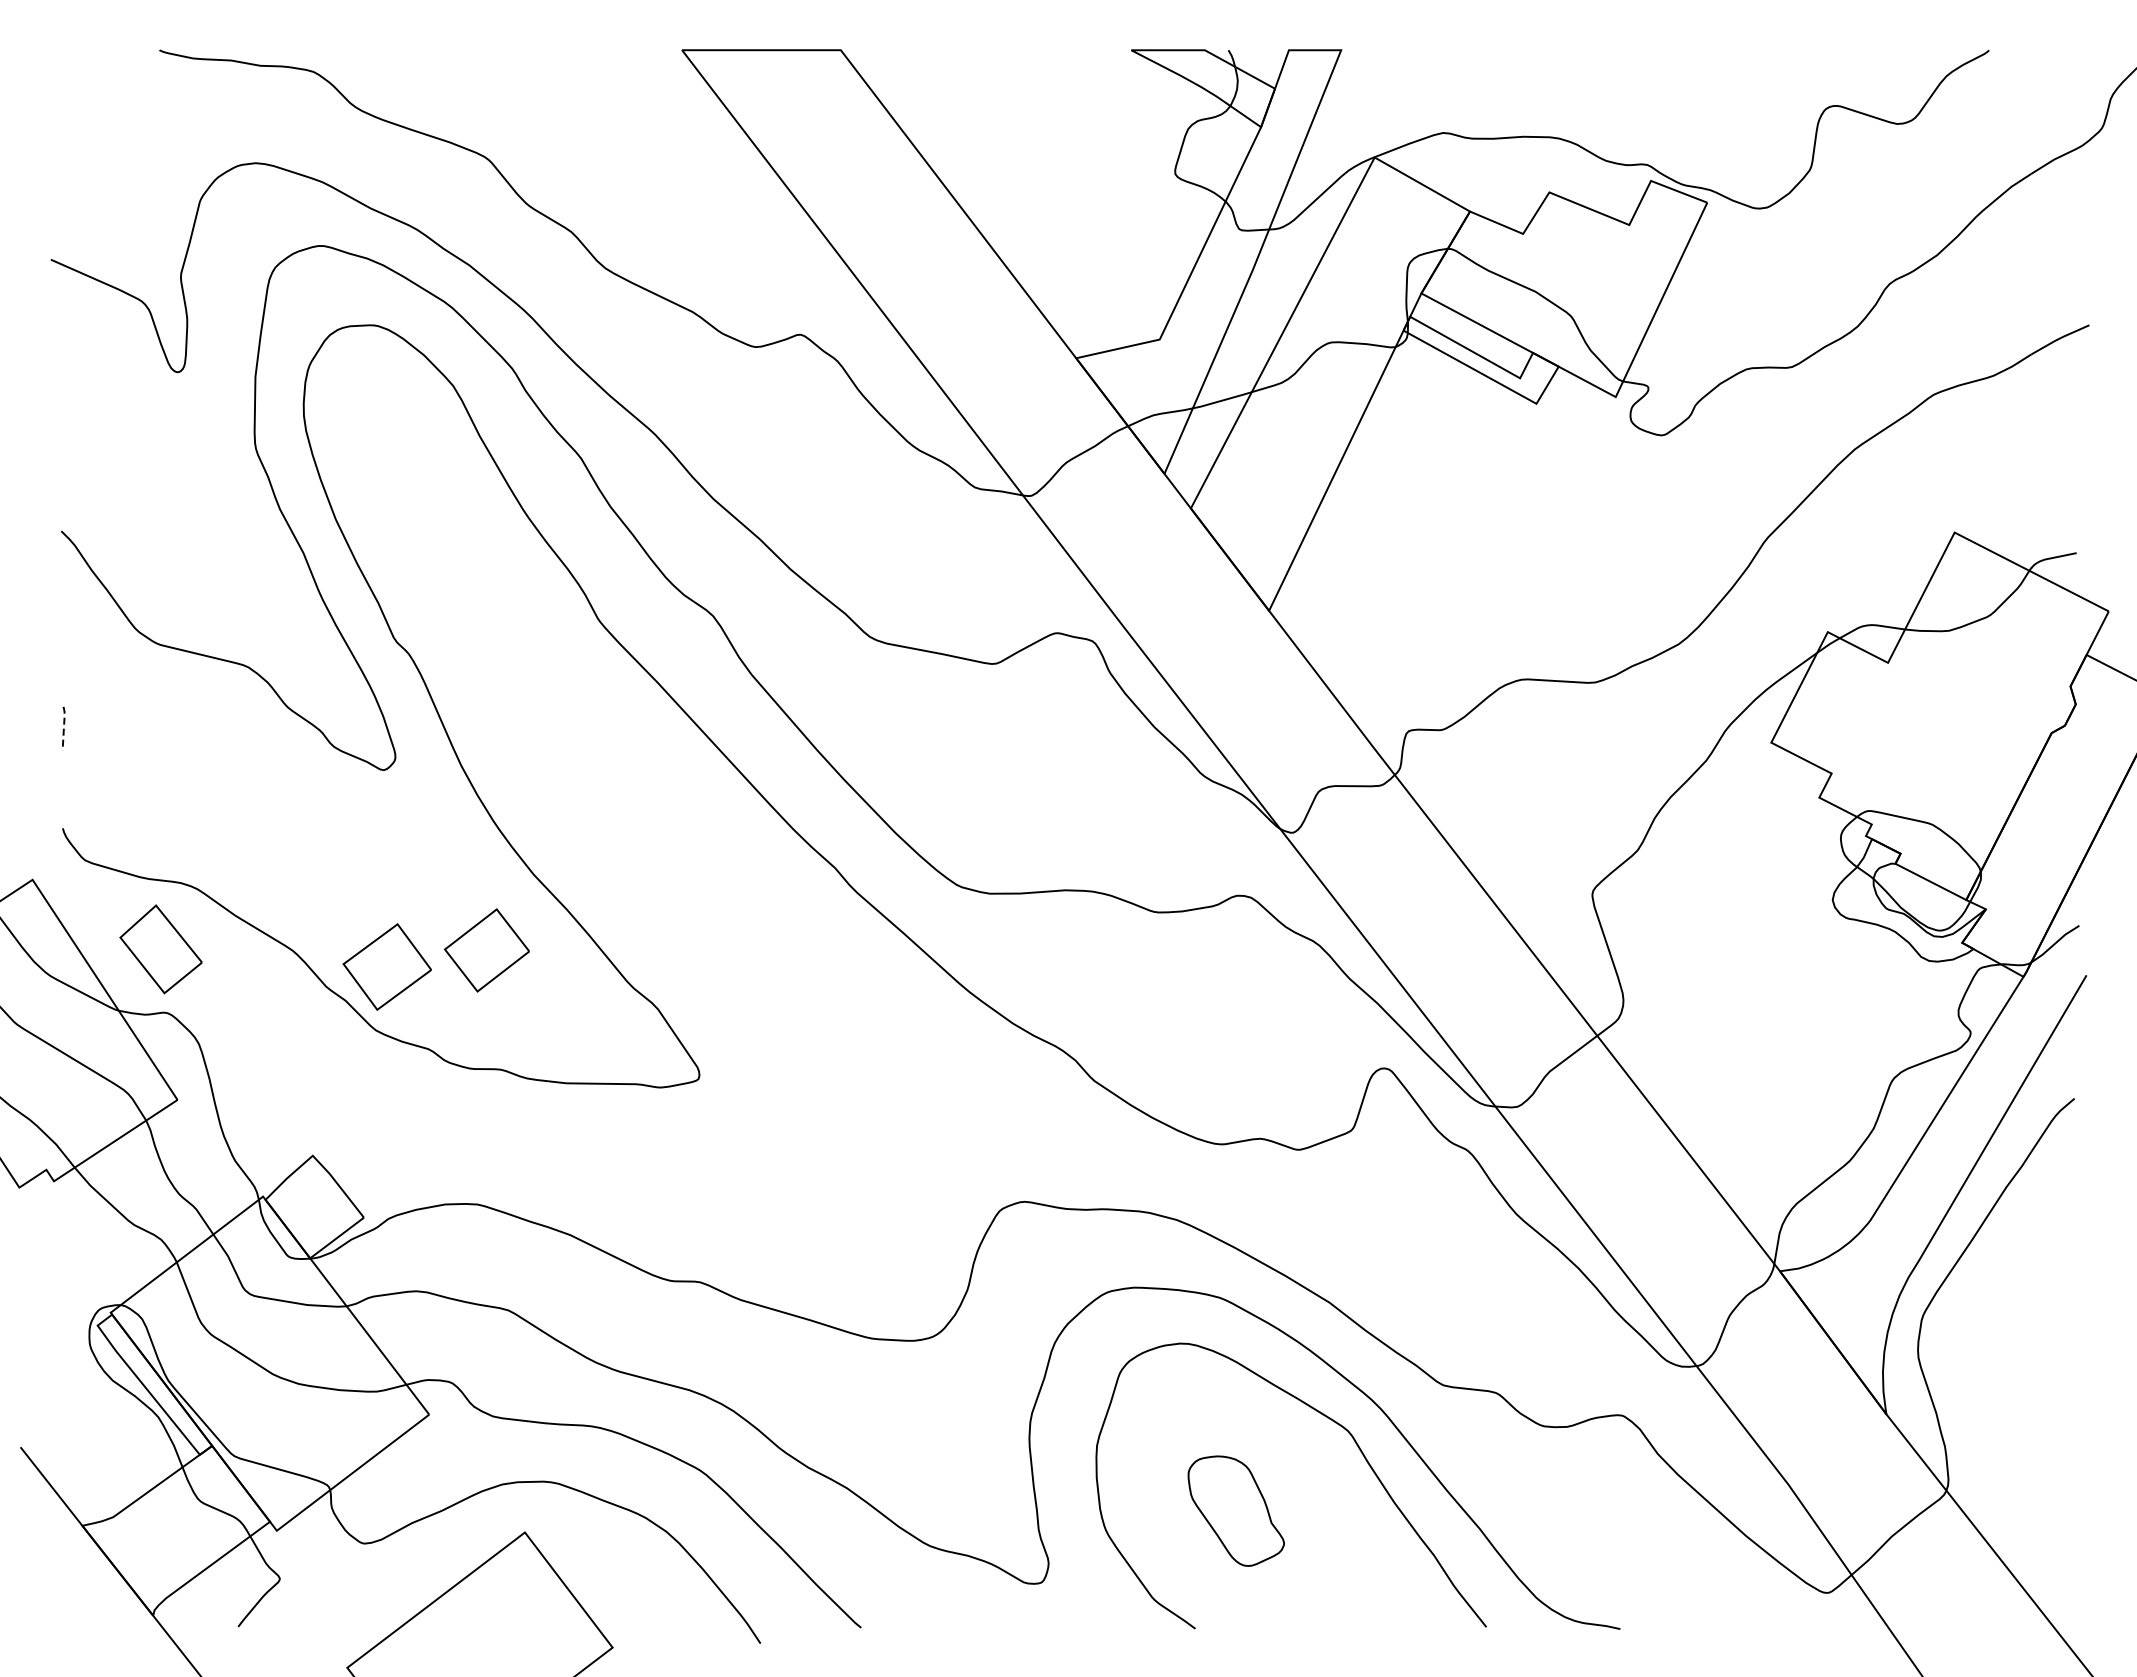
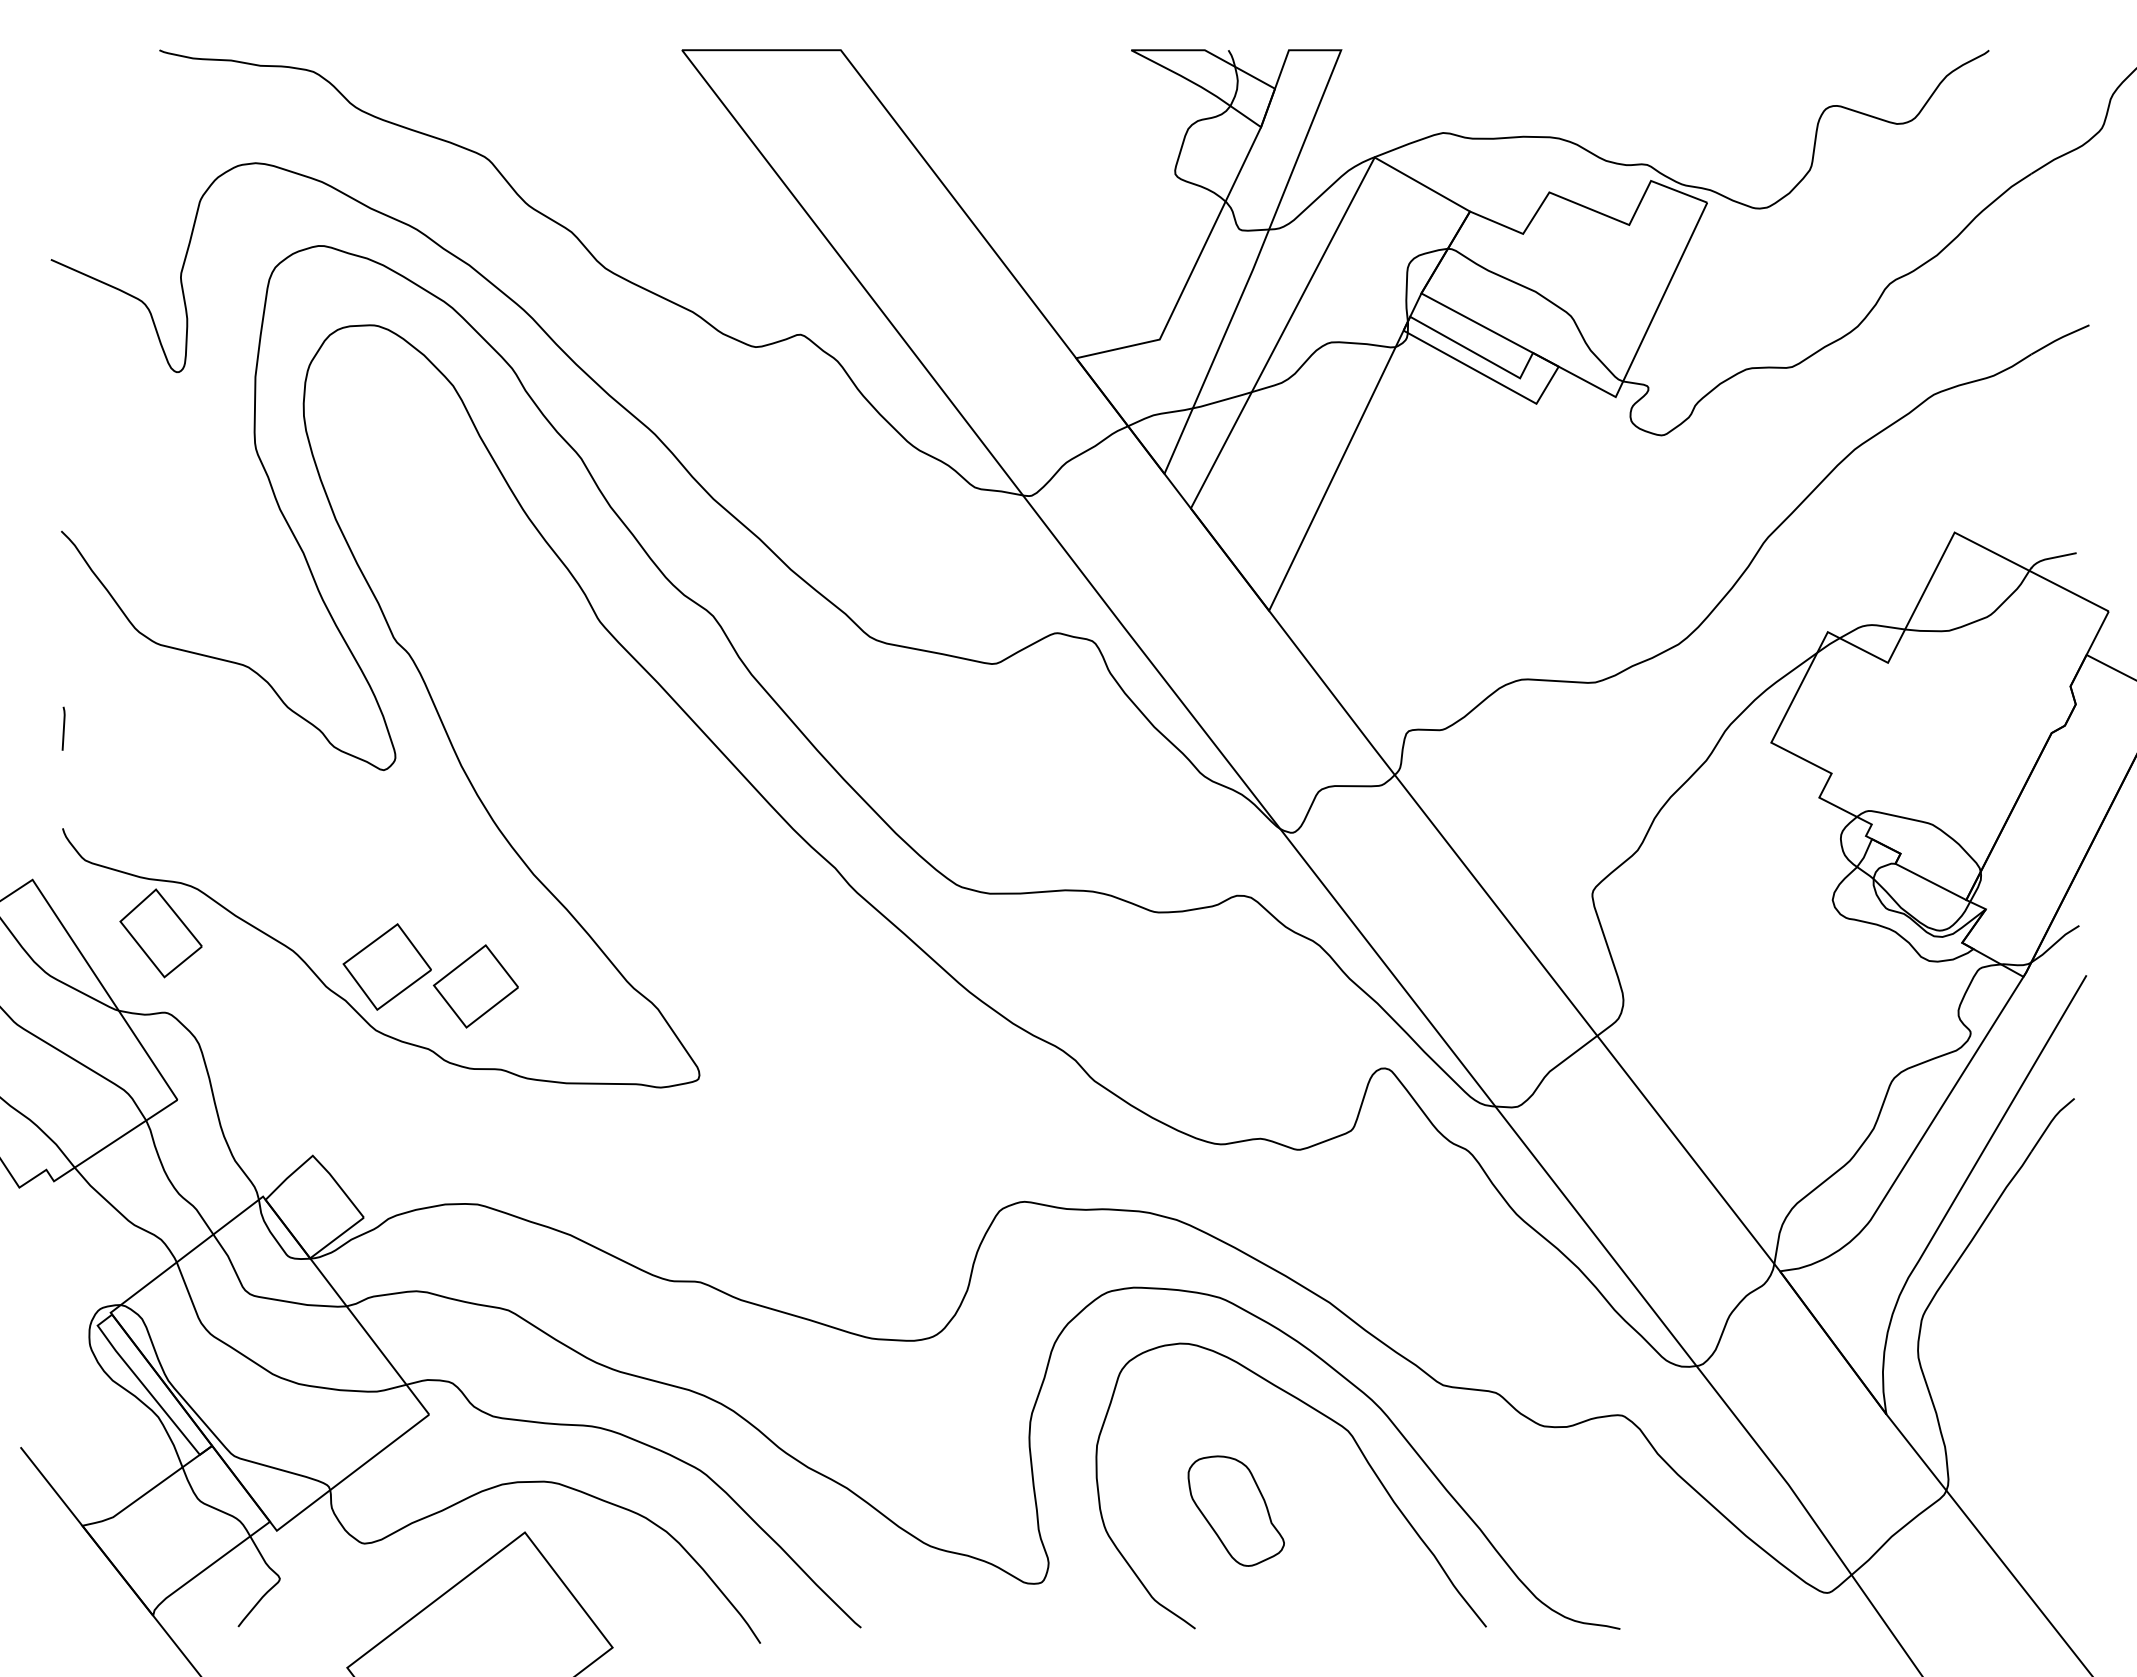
line at (64, 726): dashed -> solid
part at (160, 949) position: (160, 949) -> (160, 933)
part at (486, 950) position: (486, 950) -> (475, 986)
